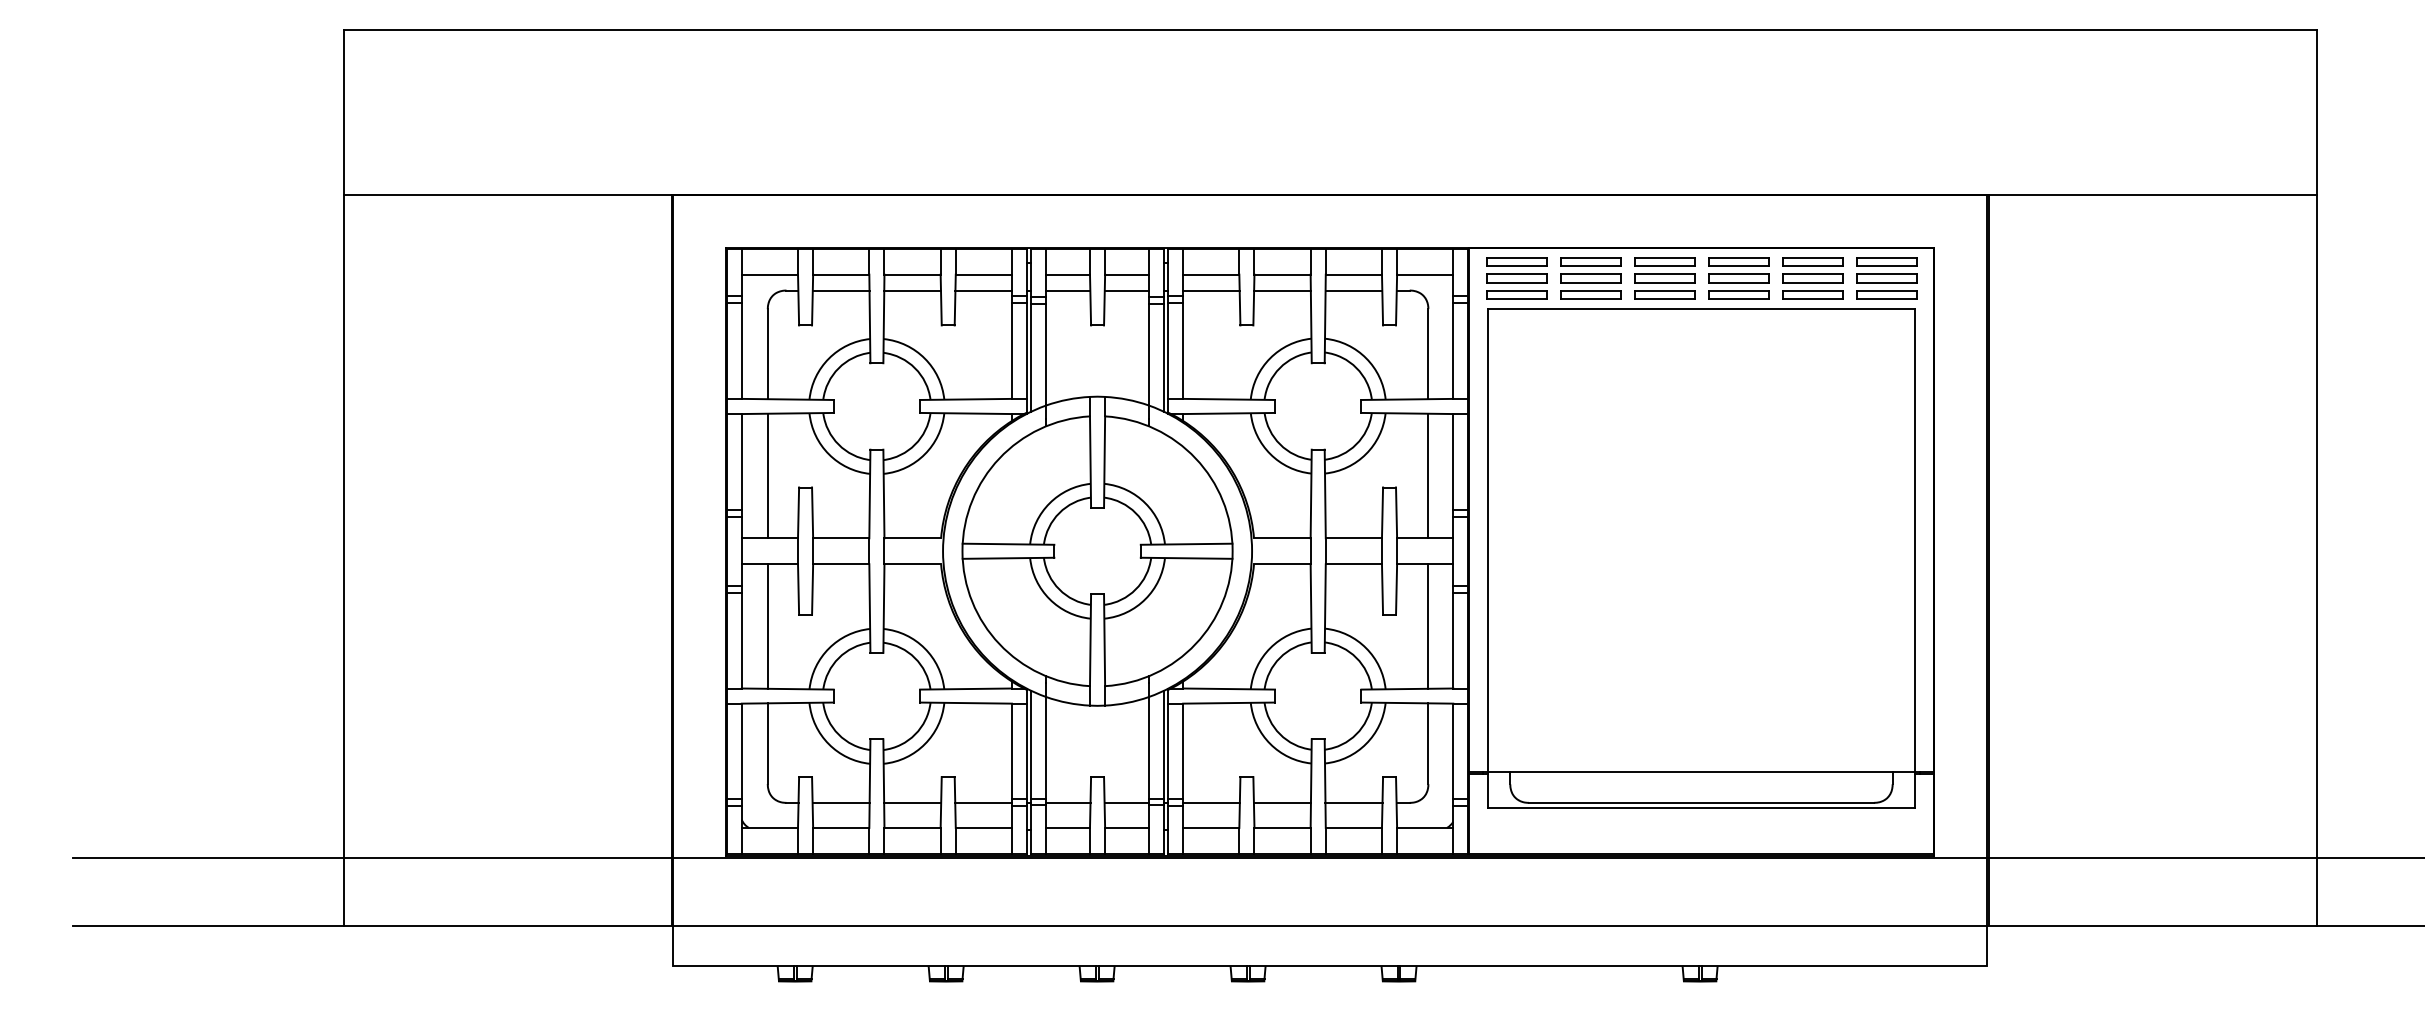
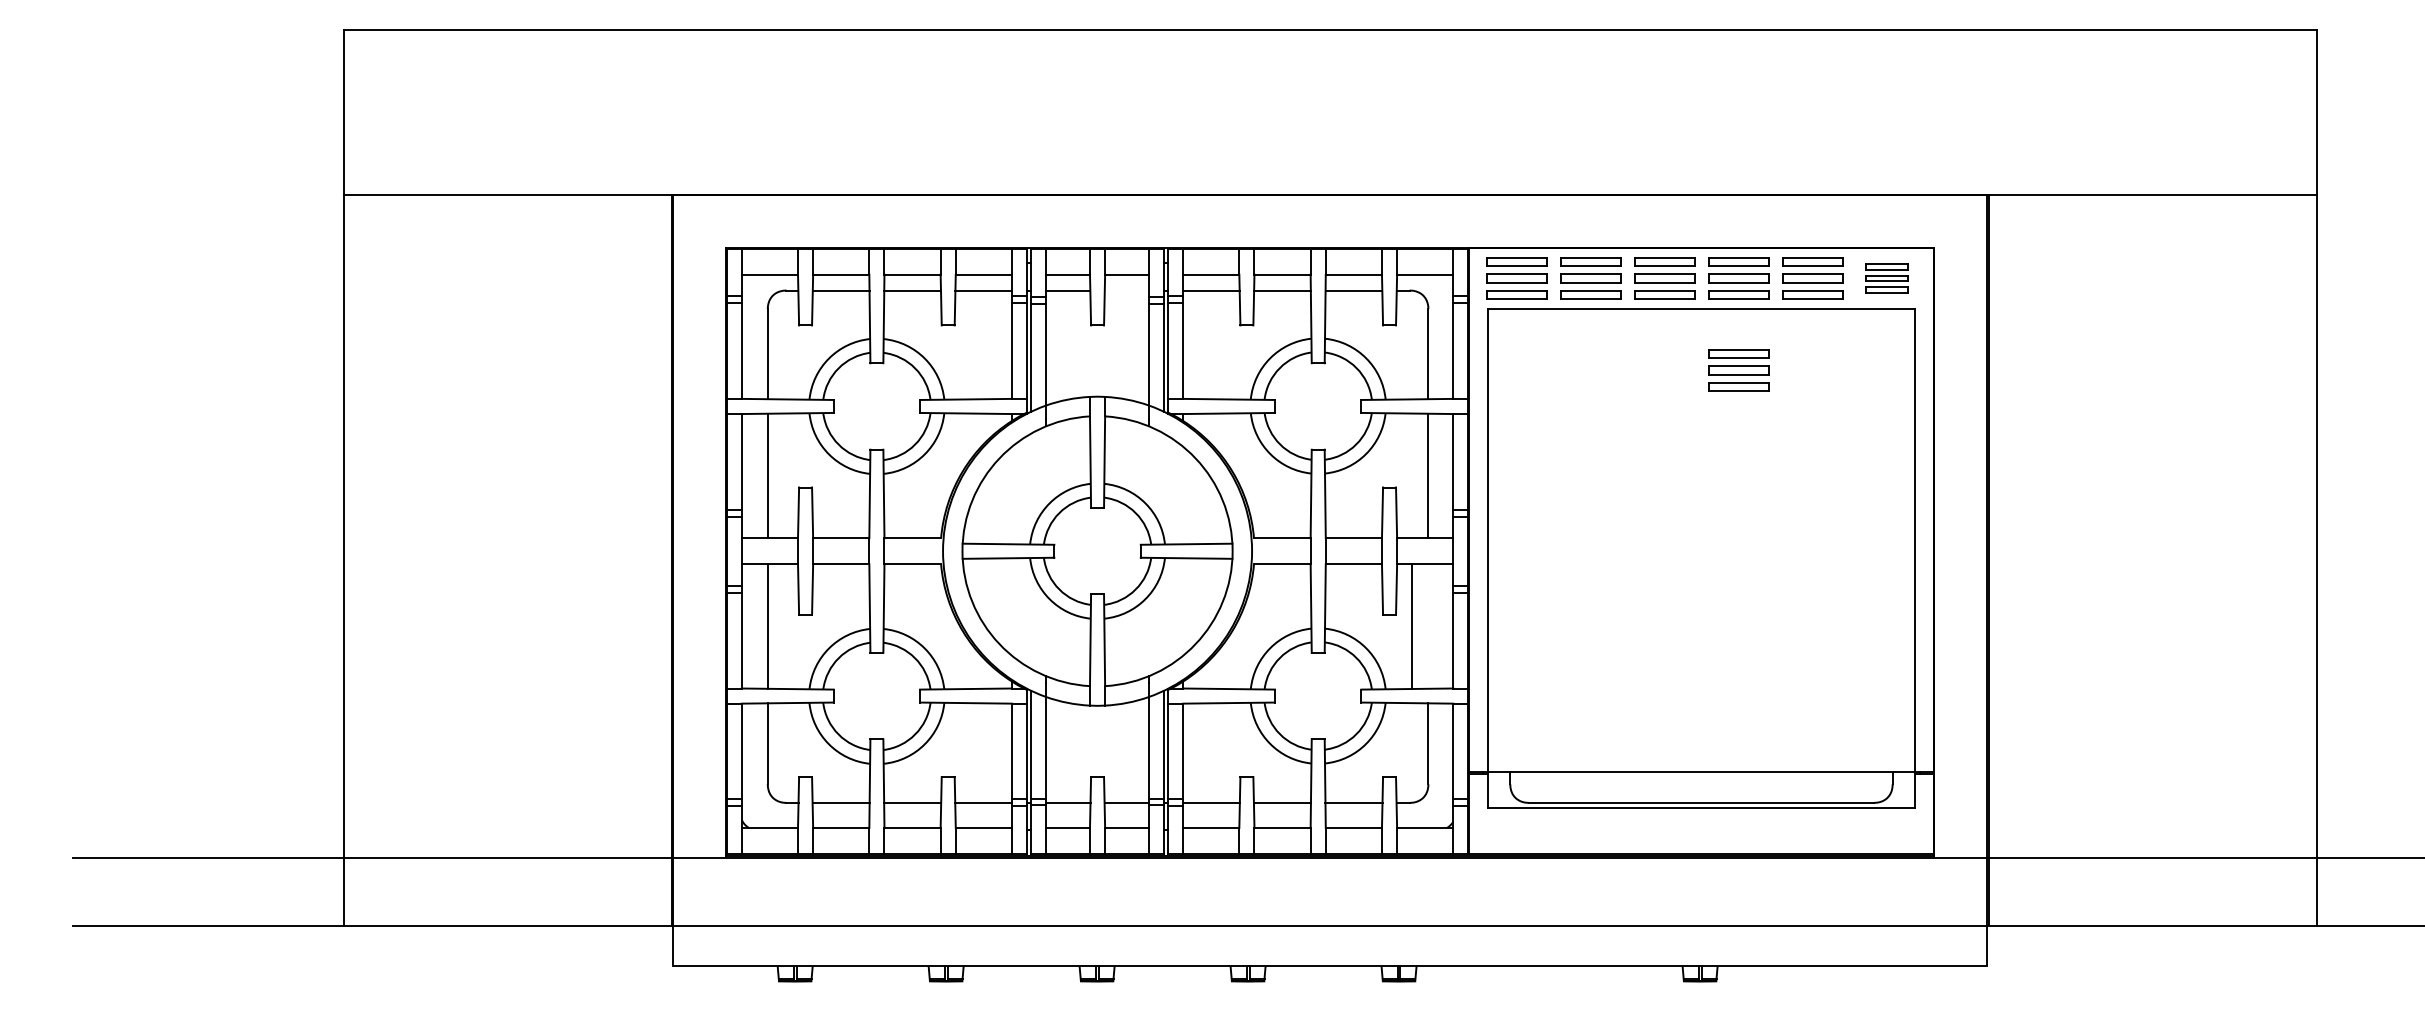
part at (1886, 278) size: 62x43 px -> 44x31 px
line at (1126, 290): present -> none
part at (1738, 370): none -> present
line at (1428, 626) position: (1428, 626) -> (1412, 626)
